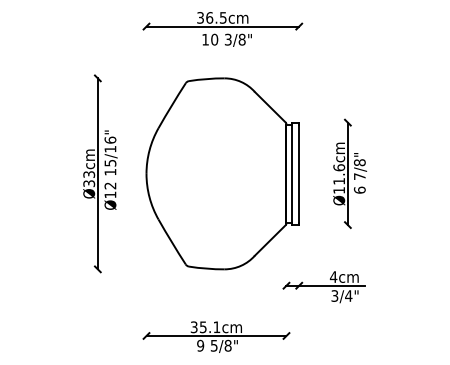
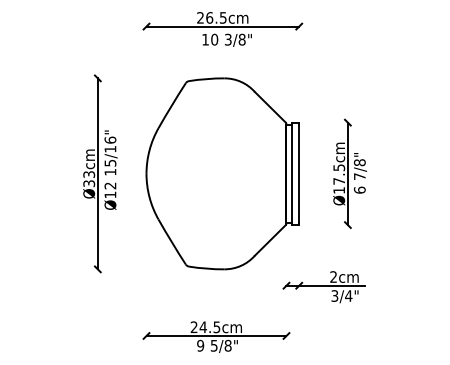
text at (200, 17): 36.5cm -> 26.5cm
text at (339, 174): Ø11.6cm -> Ø17.5cm
text at (333, 276): 4cm -> 2cm
text at (205, 327): 35.1cm -> 24.5cm
